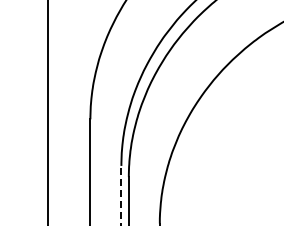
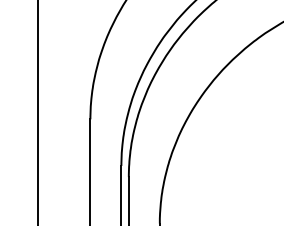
line at (47, 112) position: (47, 112) -> (37, 112)
line at (121, 195): dashed -> solid
